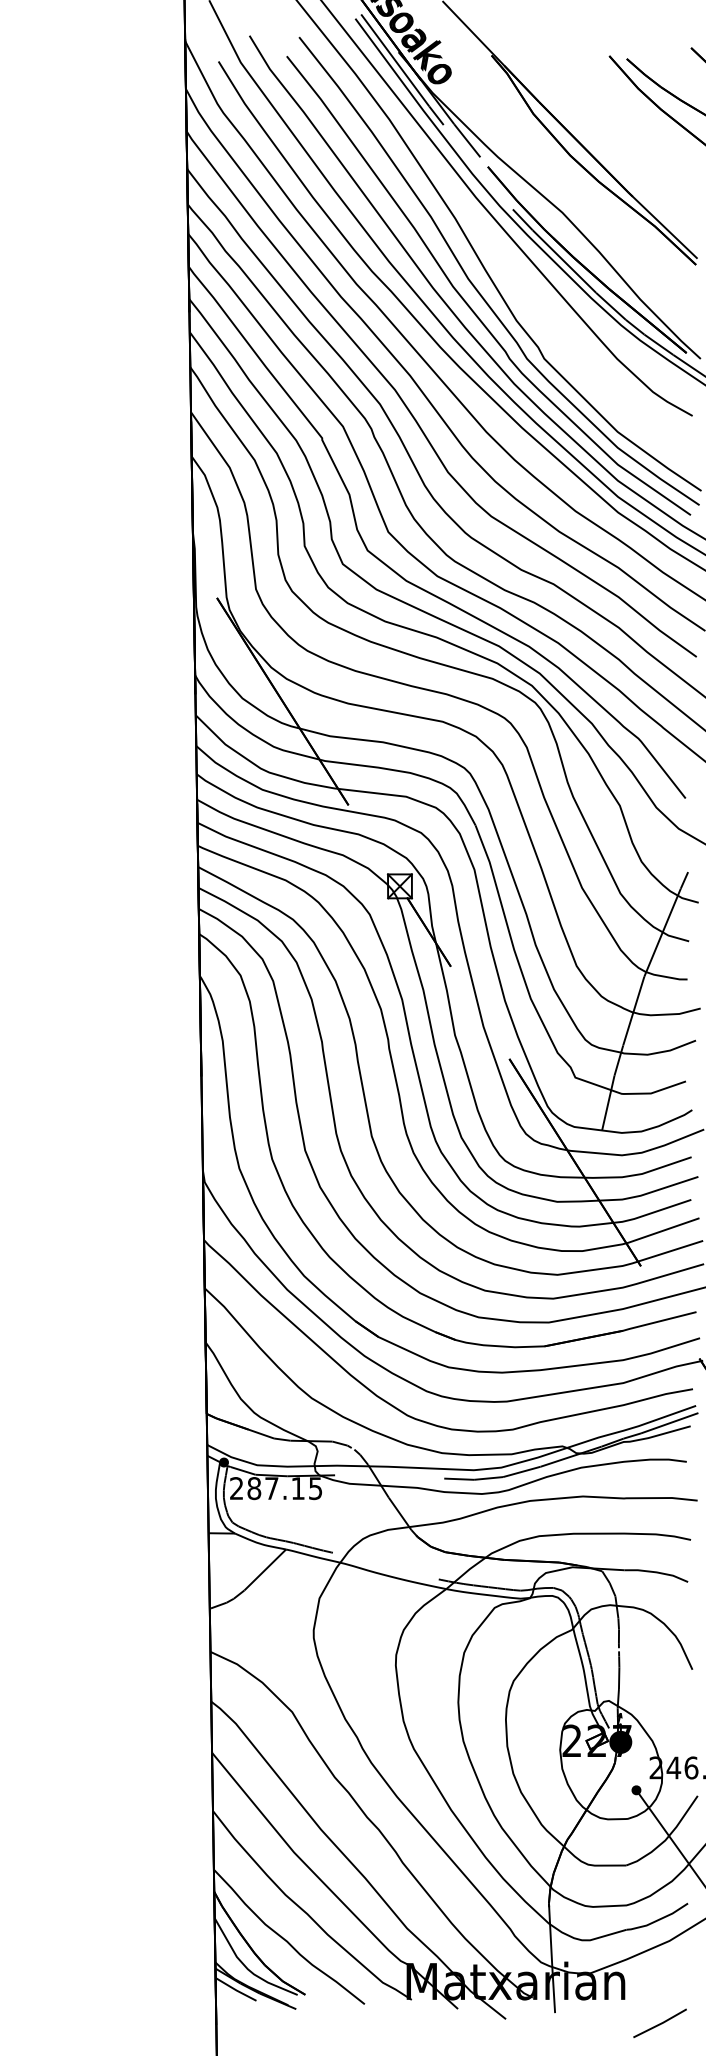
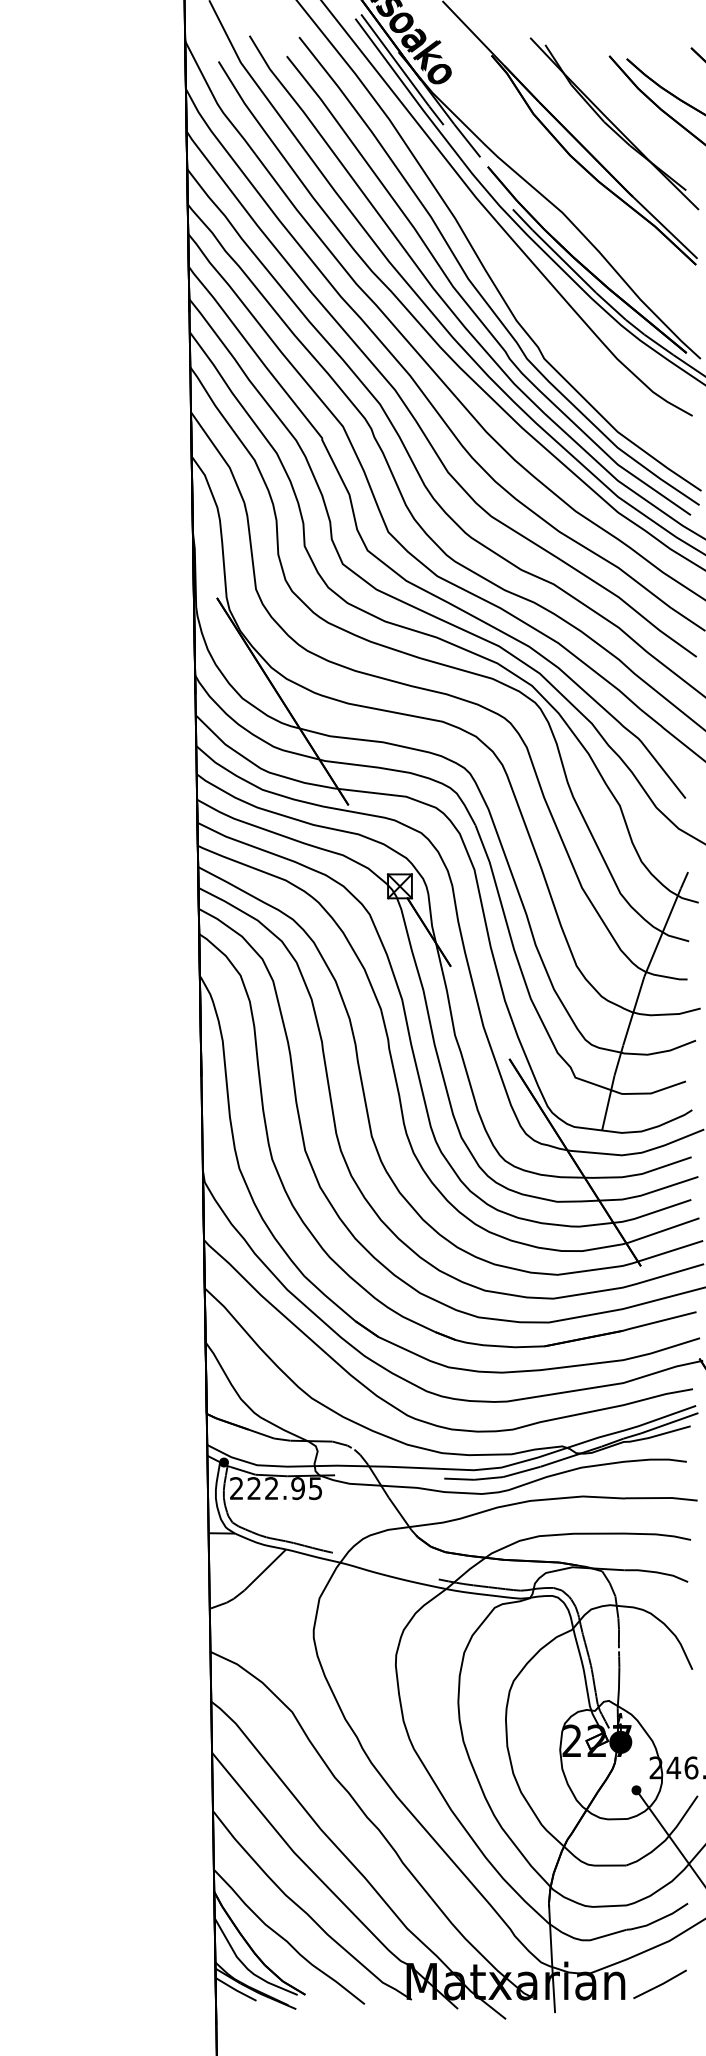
part at (614, 123): none -> present
text at (275, 1488): 287.15 -> 222.95
line at (659, 2023) position: (659, 2023) -> (659, 1984)
